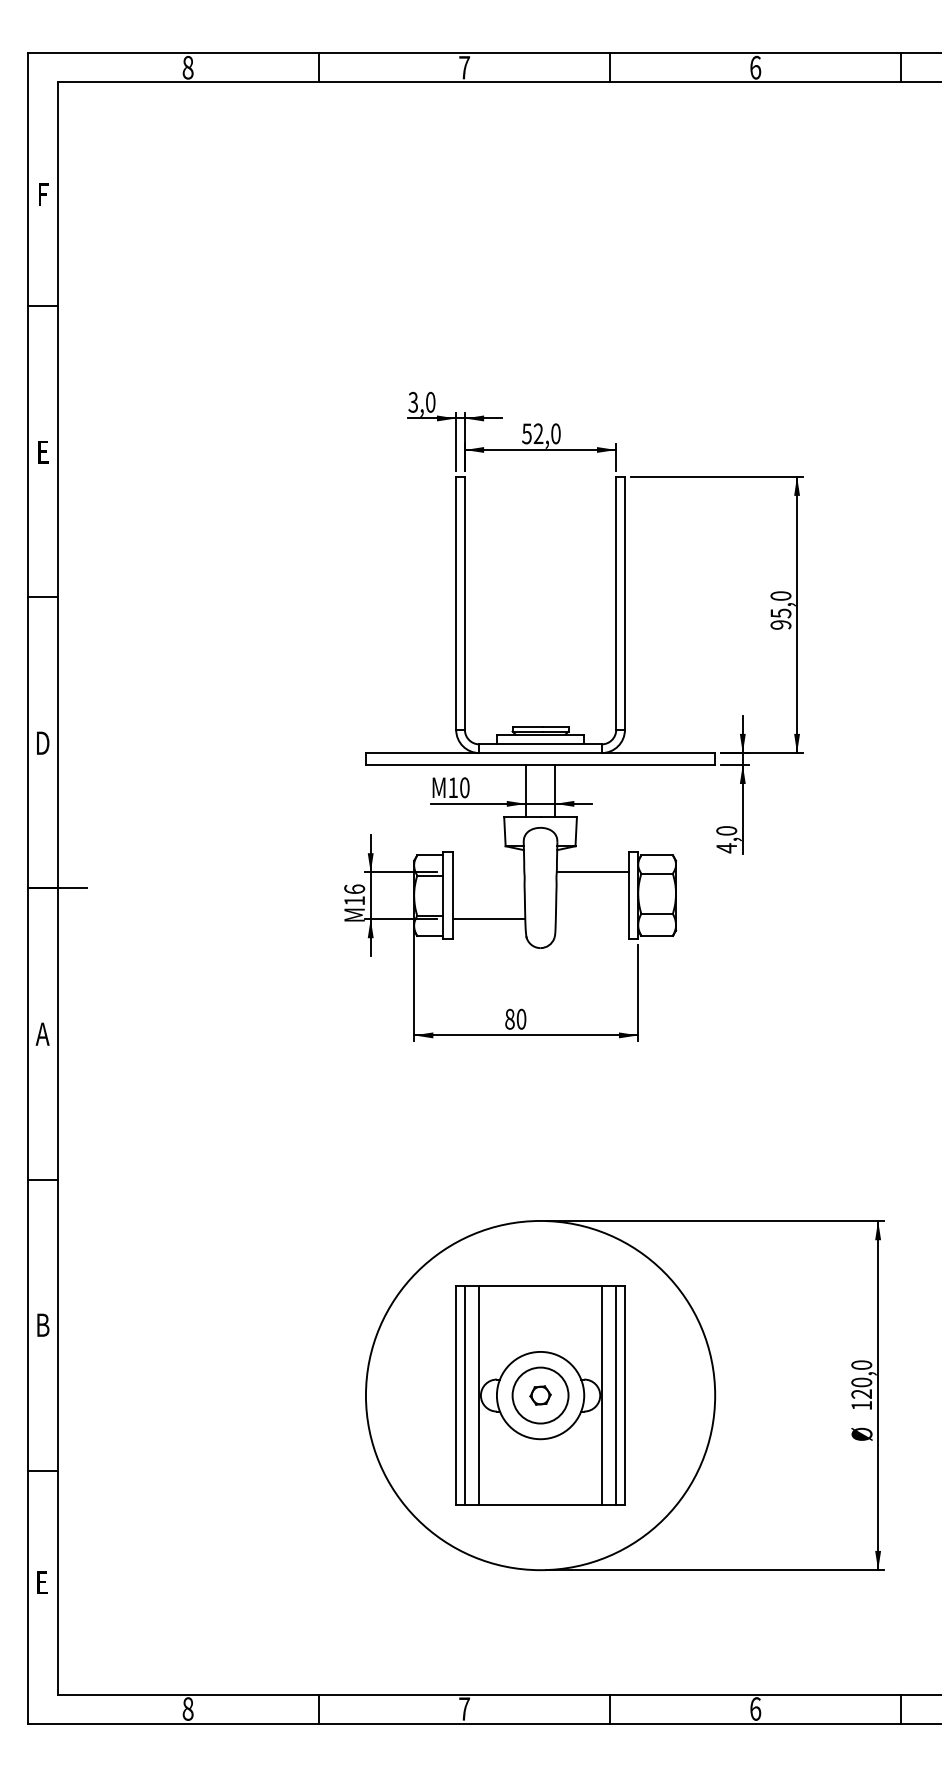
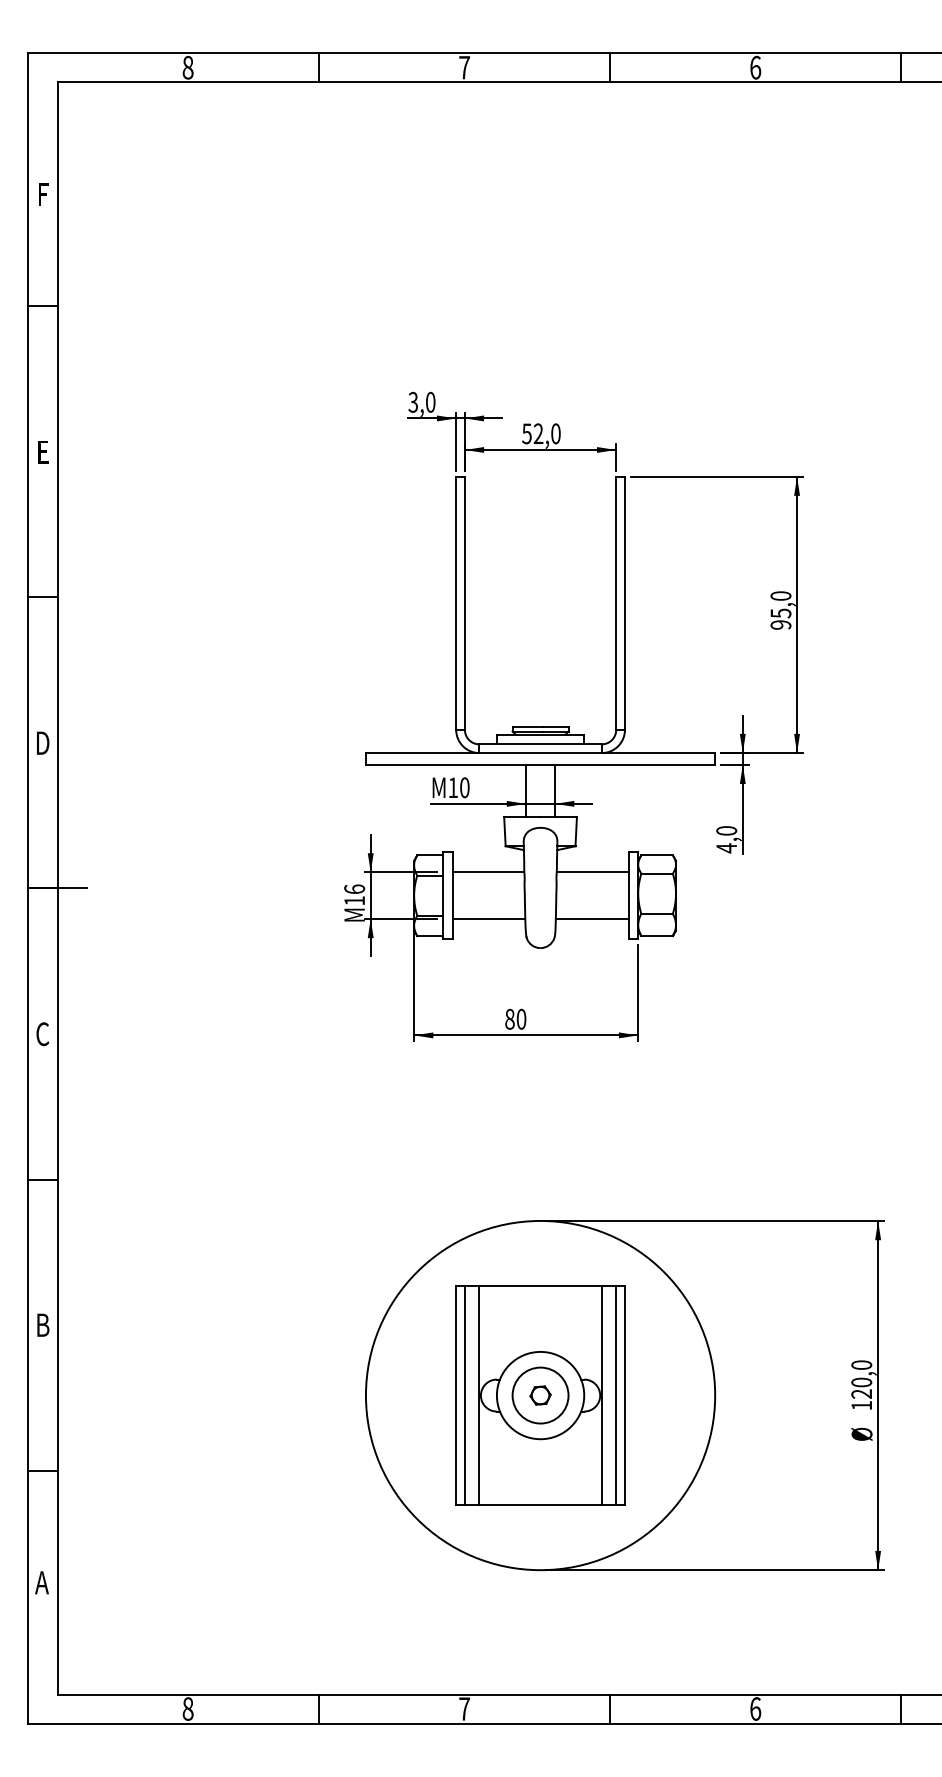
line at (488, 872): none -> present
line at (591, 919): none -> present
text at (42, 1034): A -> C
text at (41, 1582): E -> A
